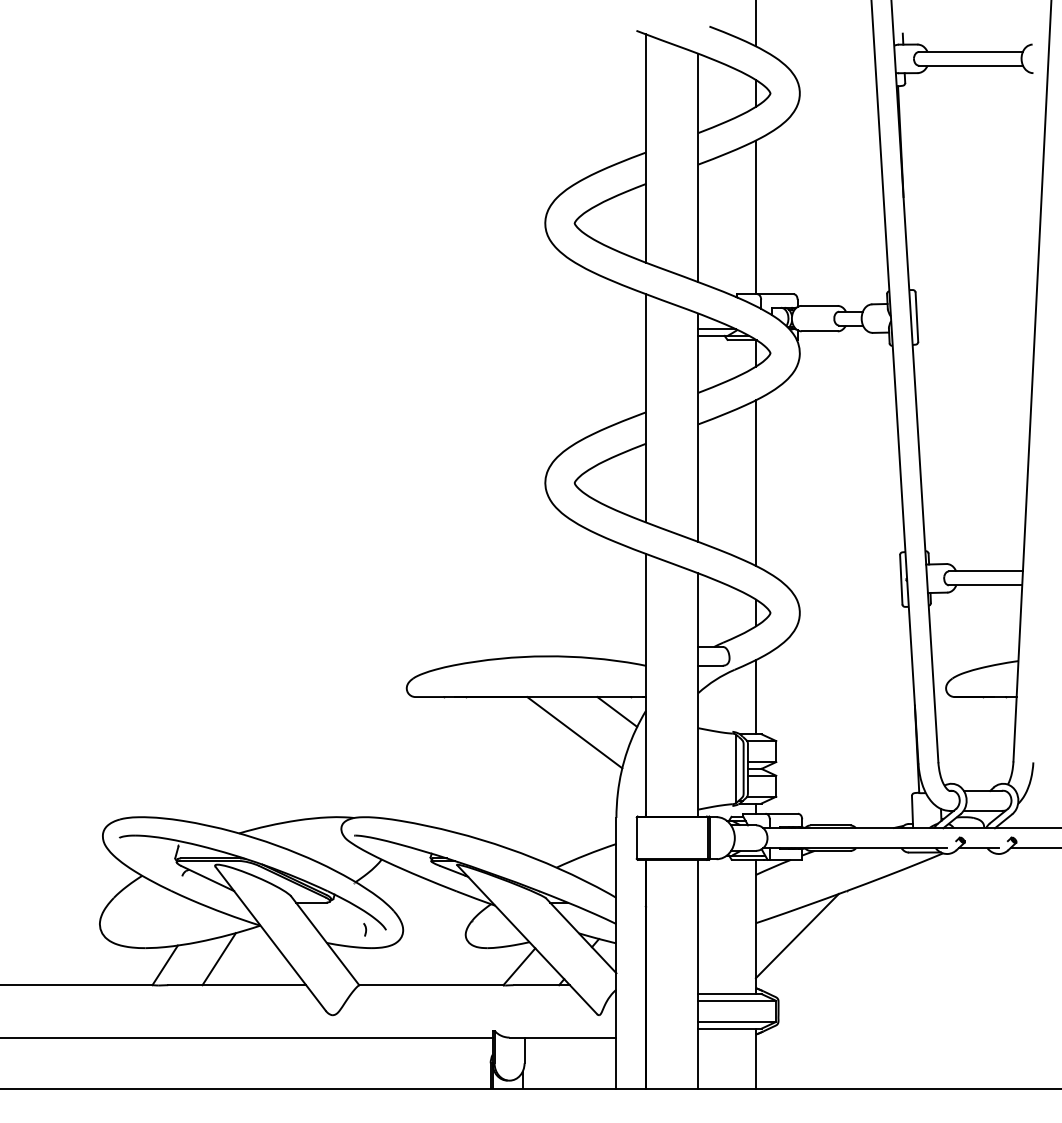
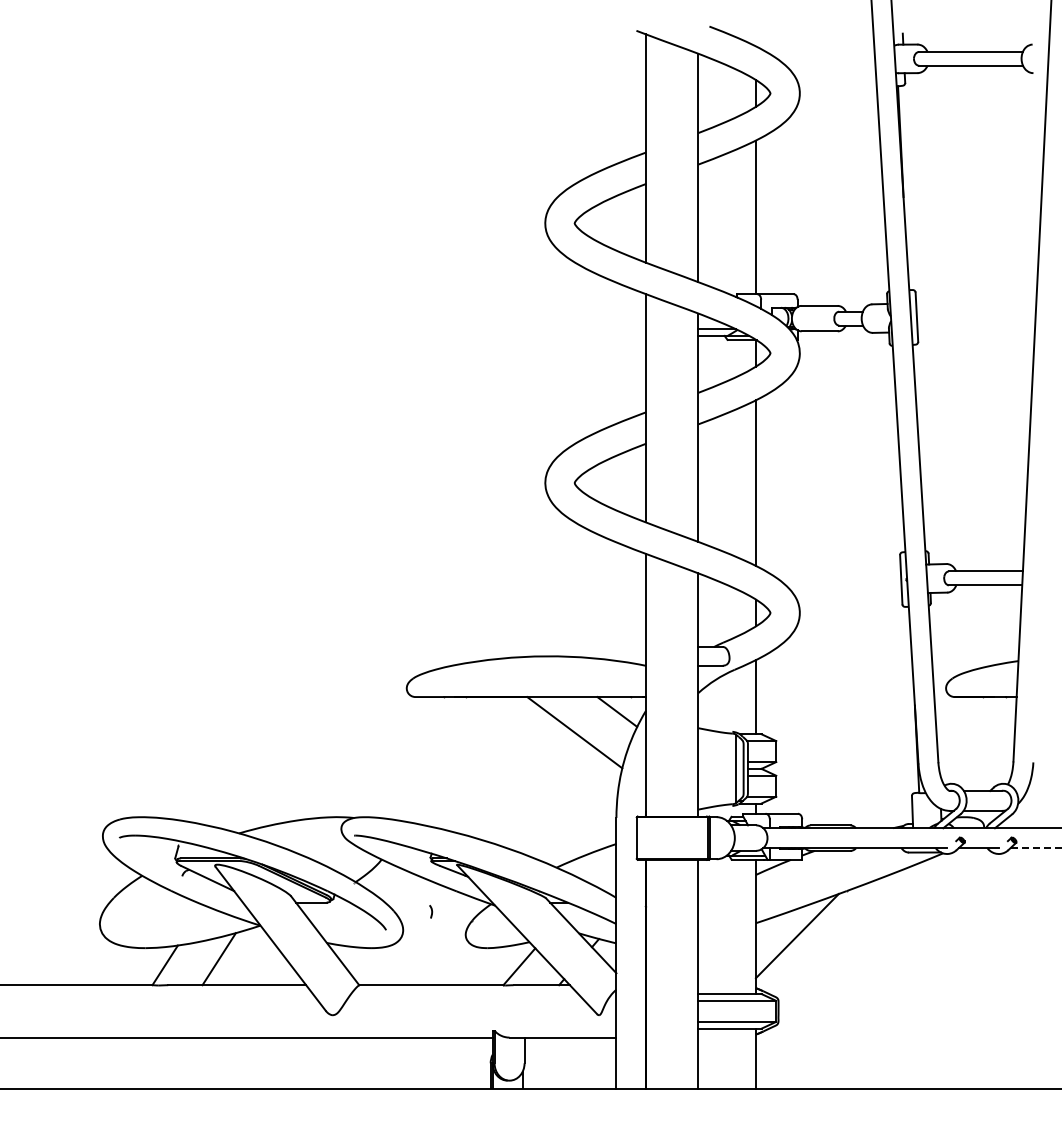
line at (755, 24): present -> none
line at (1036, 848): solid -> dashed
curve at (365, 929) position: (365, 929) -> (431, 911)
